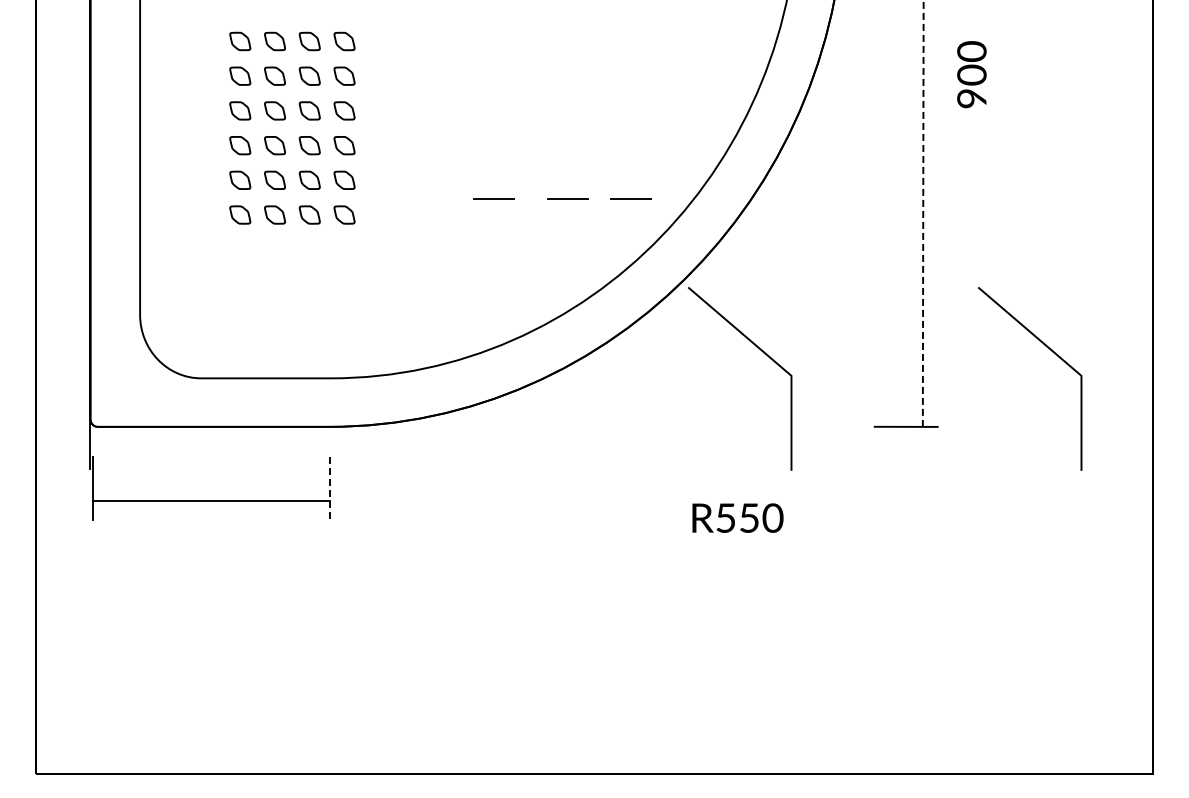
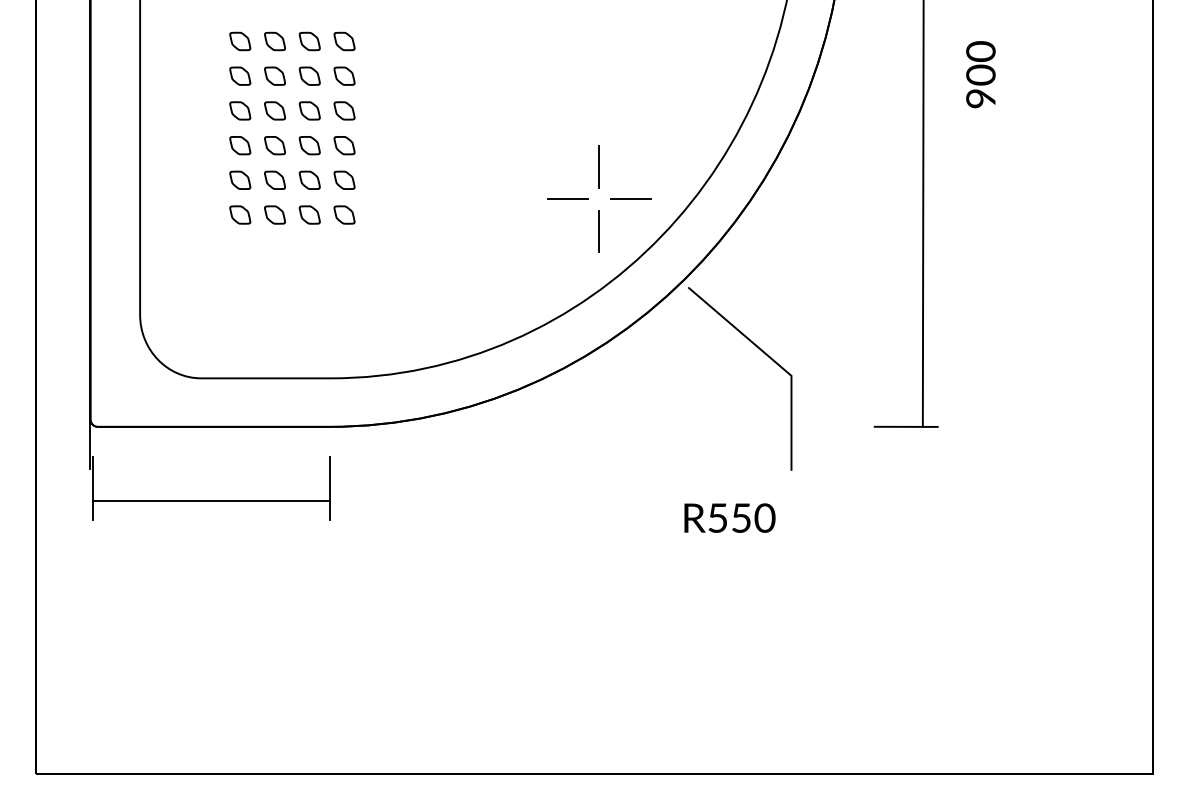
text at (971, 74) position: (971, 74) -> (980, 74)
line at (599, 167): none -> present
line at (493, 198): present -> none
line at (923, 213): dashed -> solid
line at (599, 231): none -> present
line at (1053, 353): present -> none
line at (329, 488): dashed -> solid
text at (737, 517) position: (737, 517) -> (729, 517)
